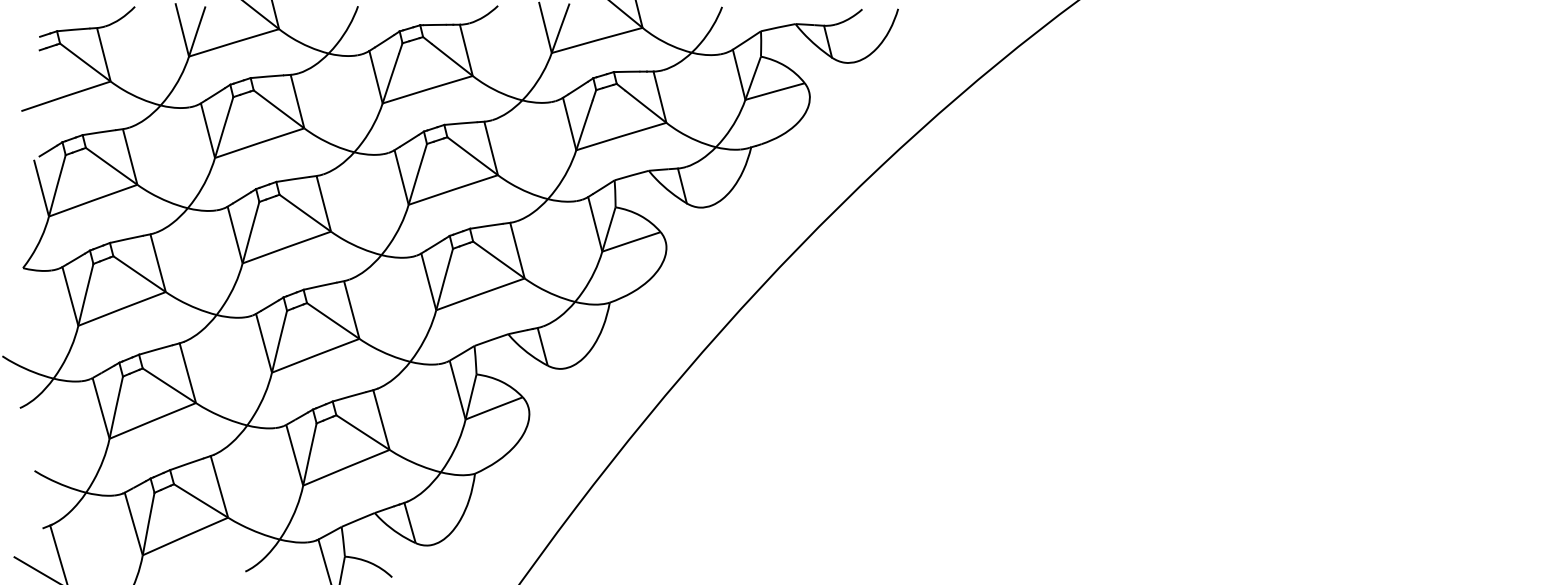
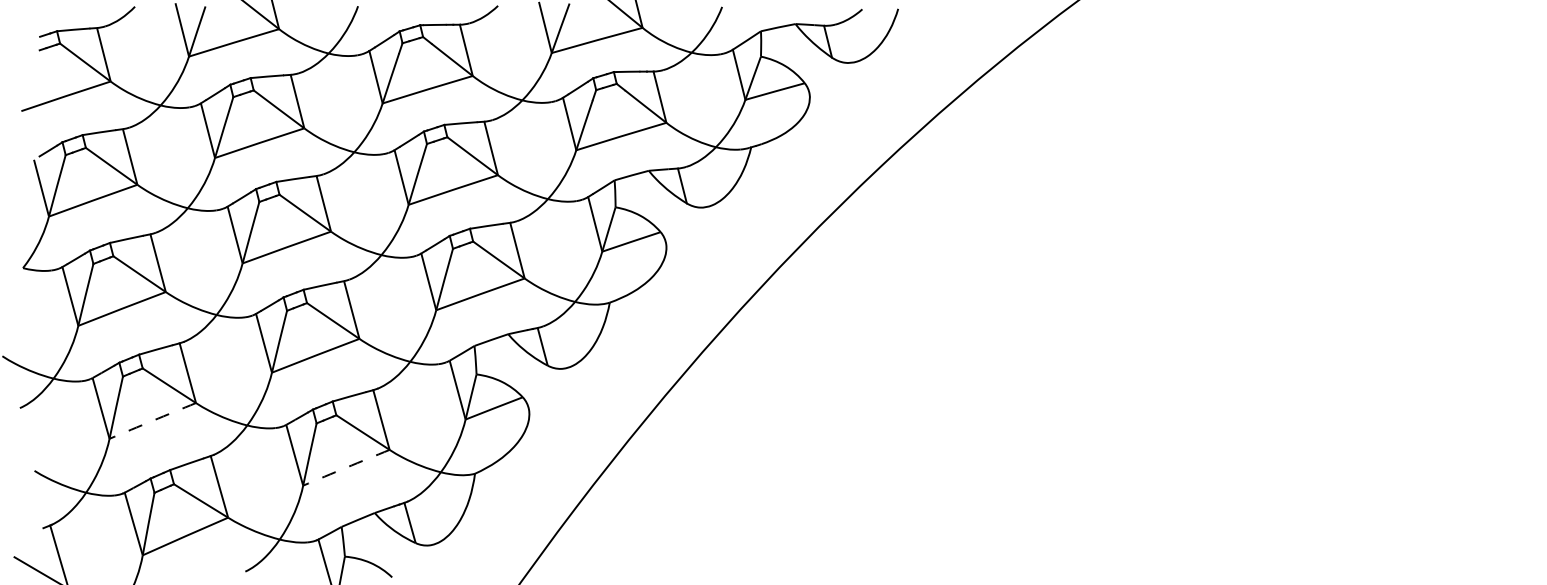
arc at (152, 420): solid -> dashed
arc at (346, 467): solid -> dashed
